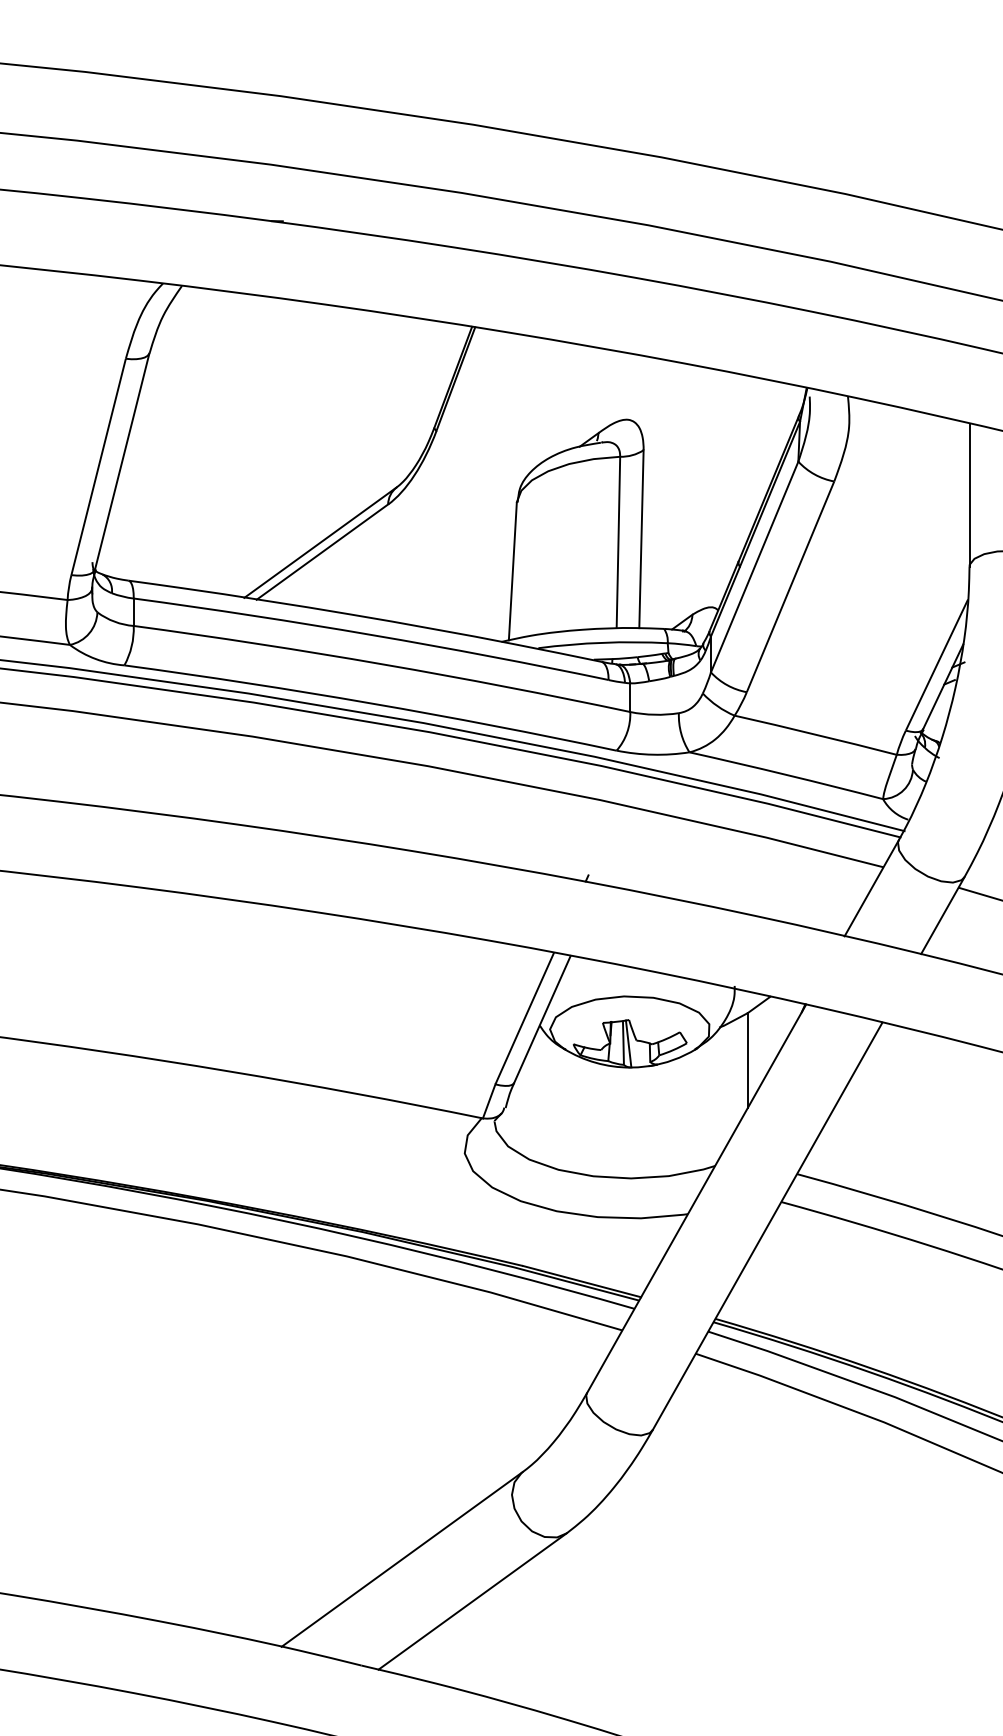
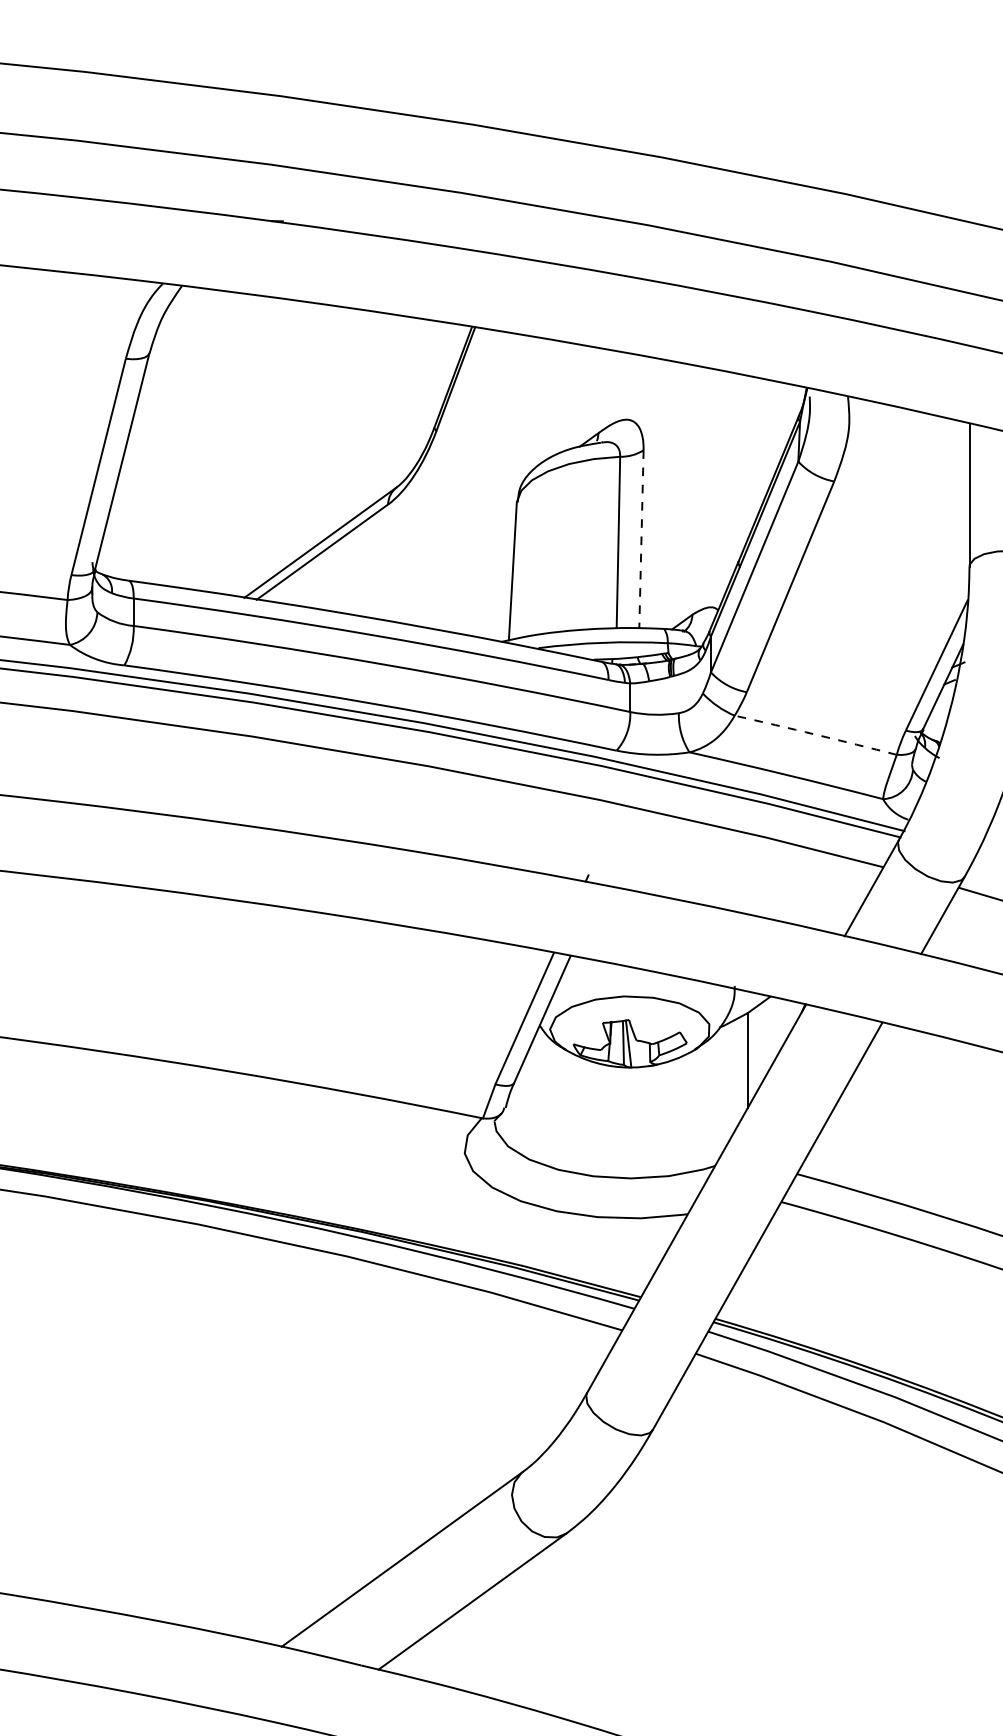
line at (641, 539): solid -> dashed
arc at (815, 734): solid -> dashed
